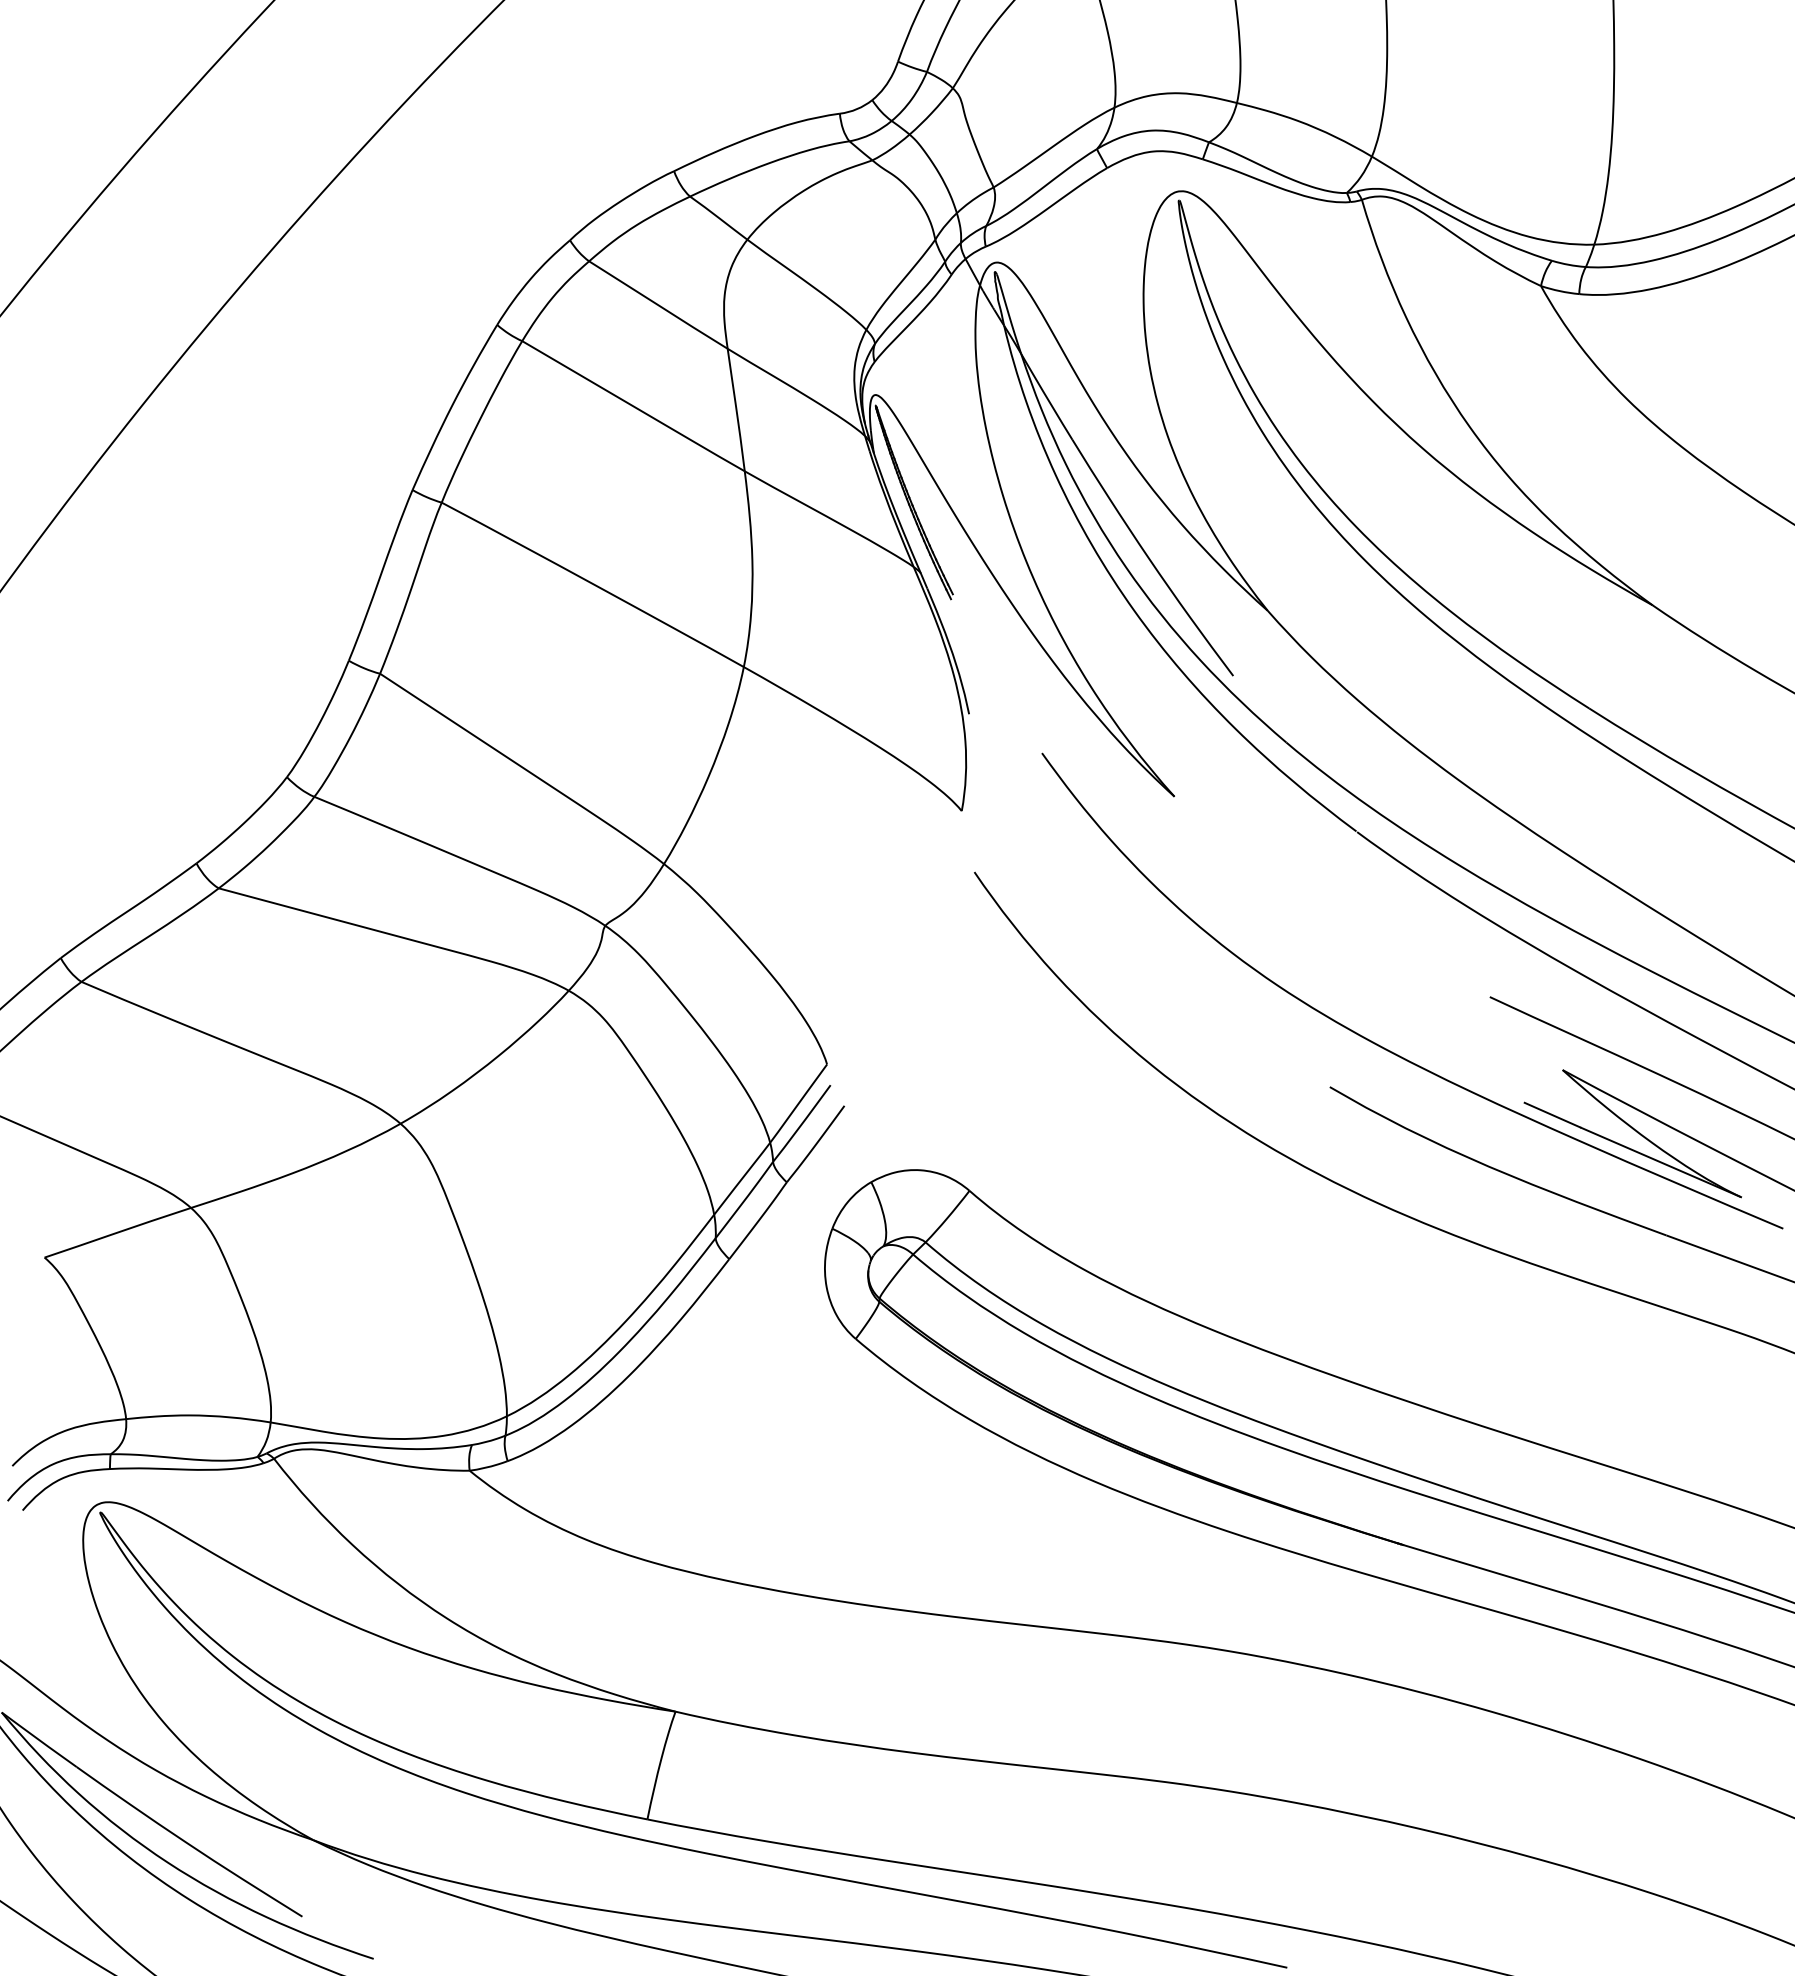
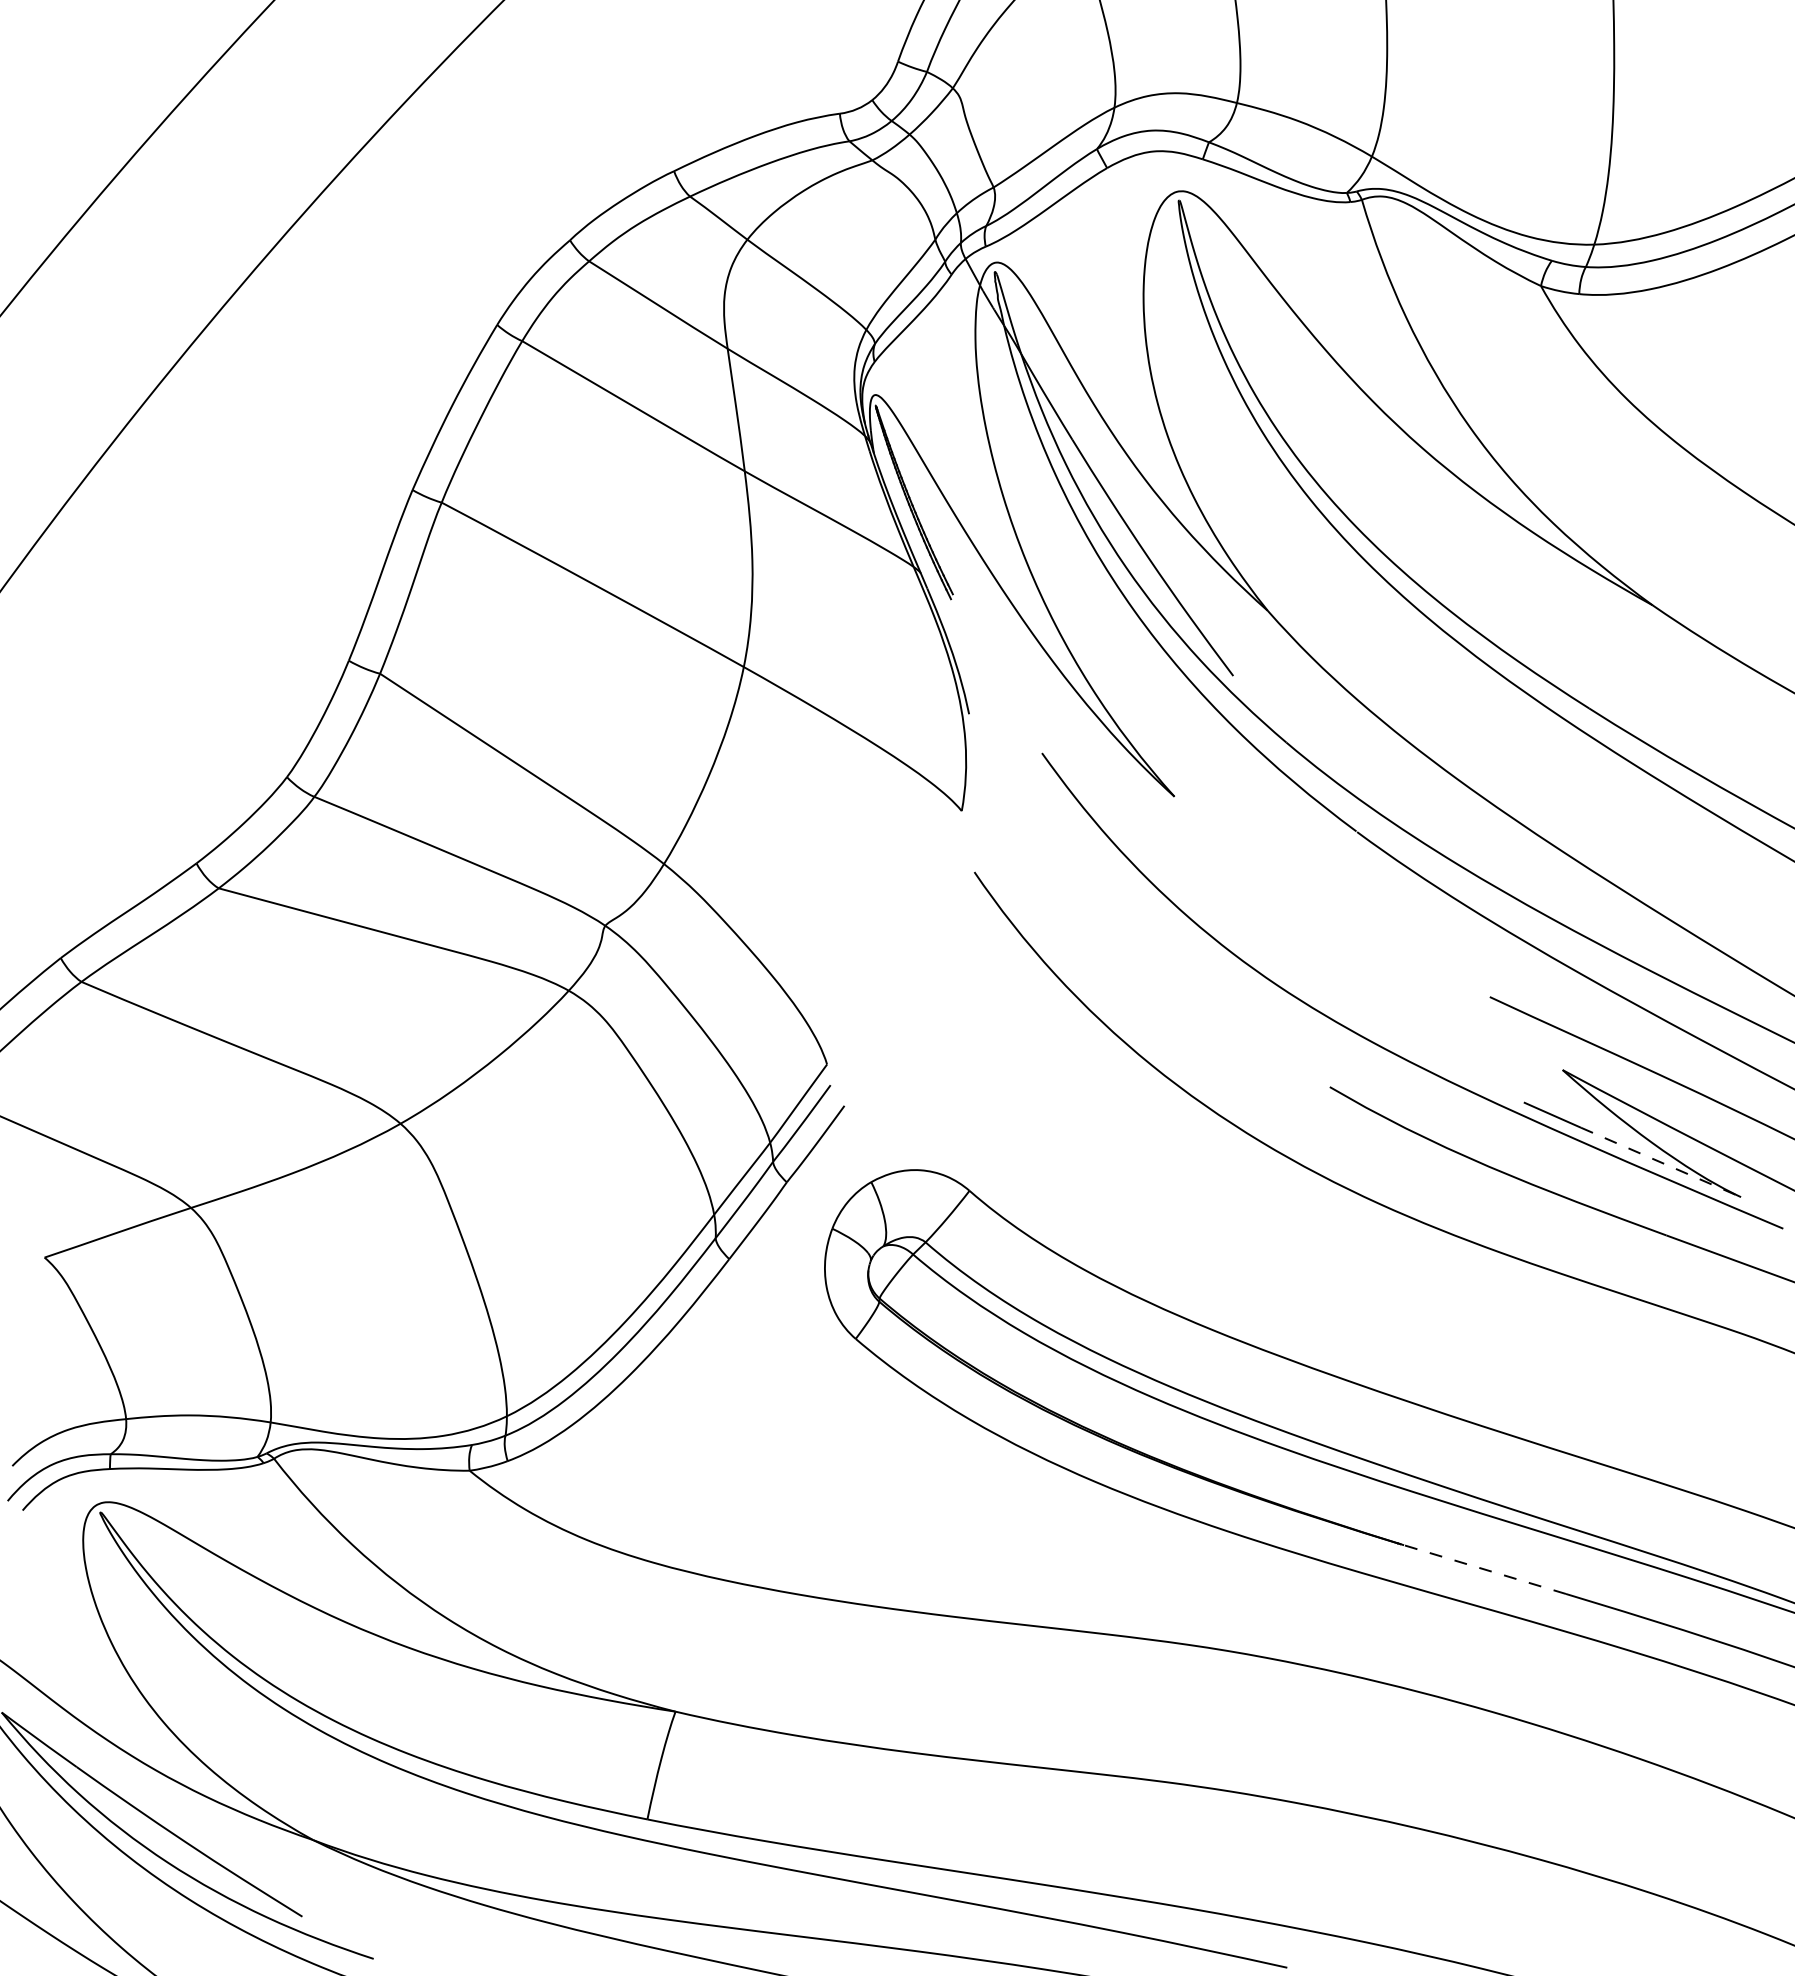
line at (1661, 1162): solid -> dashed
line at (1482, 1568): solid -> dashed
